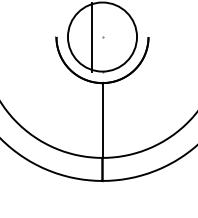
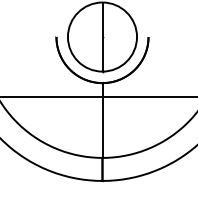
line at (91, 36) position: (91, 36) -> (102, 36)
line at (98, 97): none -> present
